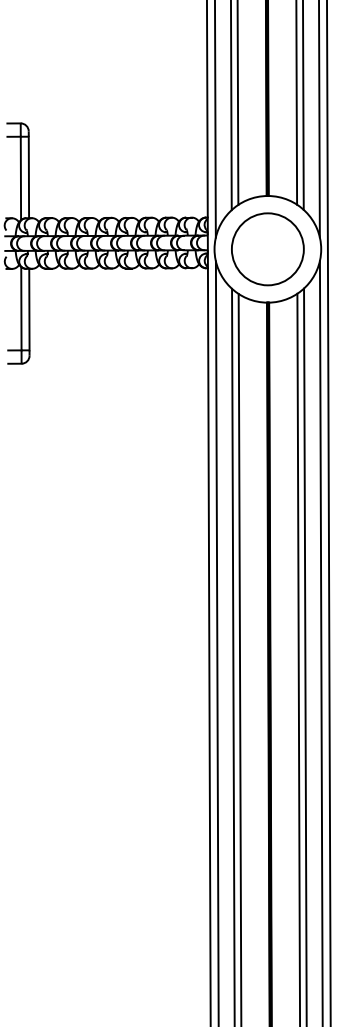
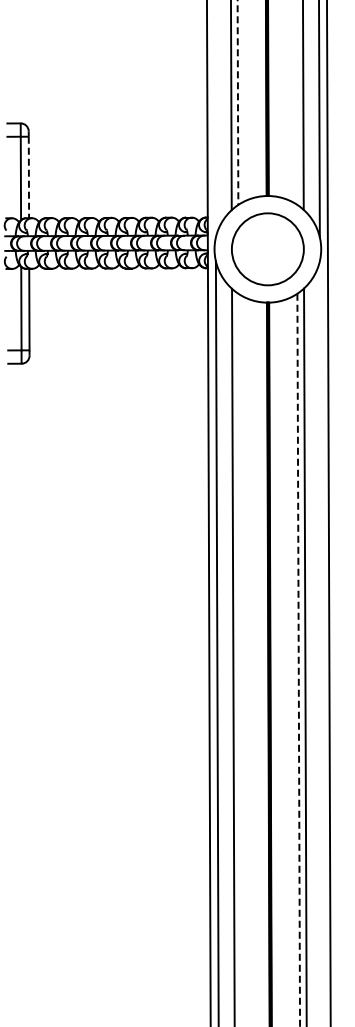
line at (237, 102): solid -> dashed
line at (296, 103): present -> none
line at (214, 119): present -> none
line at (28, 177): solid -> dashed
line at (320, 642): present -> none
line at (239, 658): present -> none
line at (298, 660): solid -> dashed
